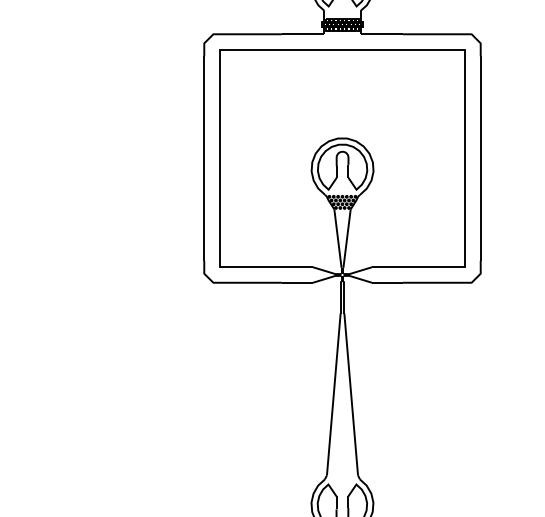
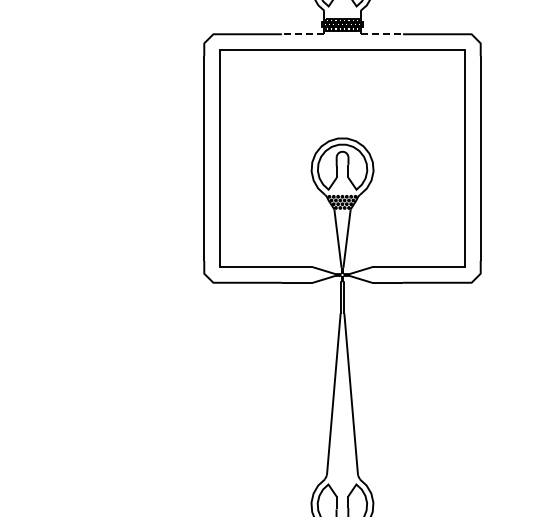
line at (302, 34): solid -> dashed
line at (382, 34): solid -> dashed
